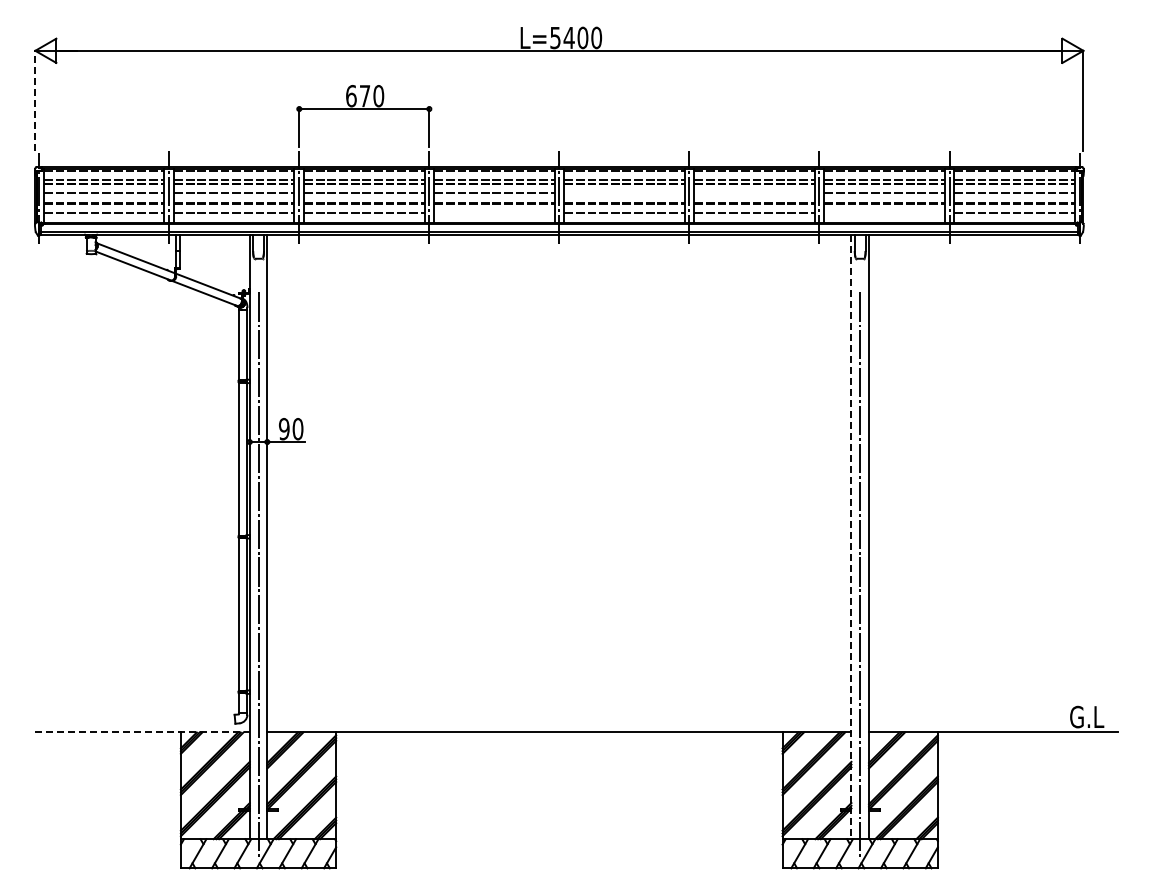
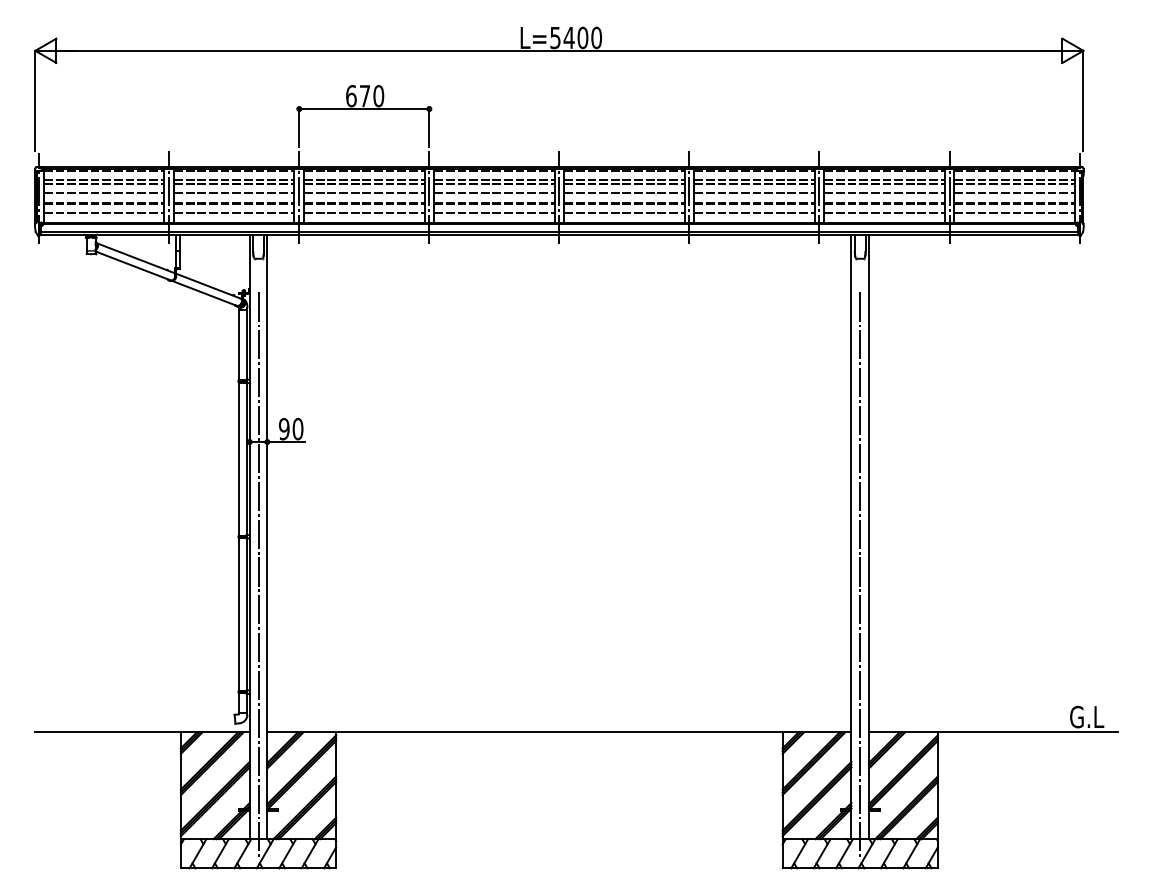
line at (35, 100): dashed -> solid
line at (624, 192): none -> present
line at (754, 192): none -> present
line at (494, 212): none -> present
line at (884, 212): none -> present
line at (851, 537): dashed -> solid
line at (142, 732): dashed -> solid
